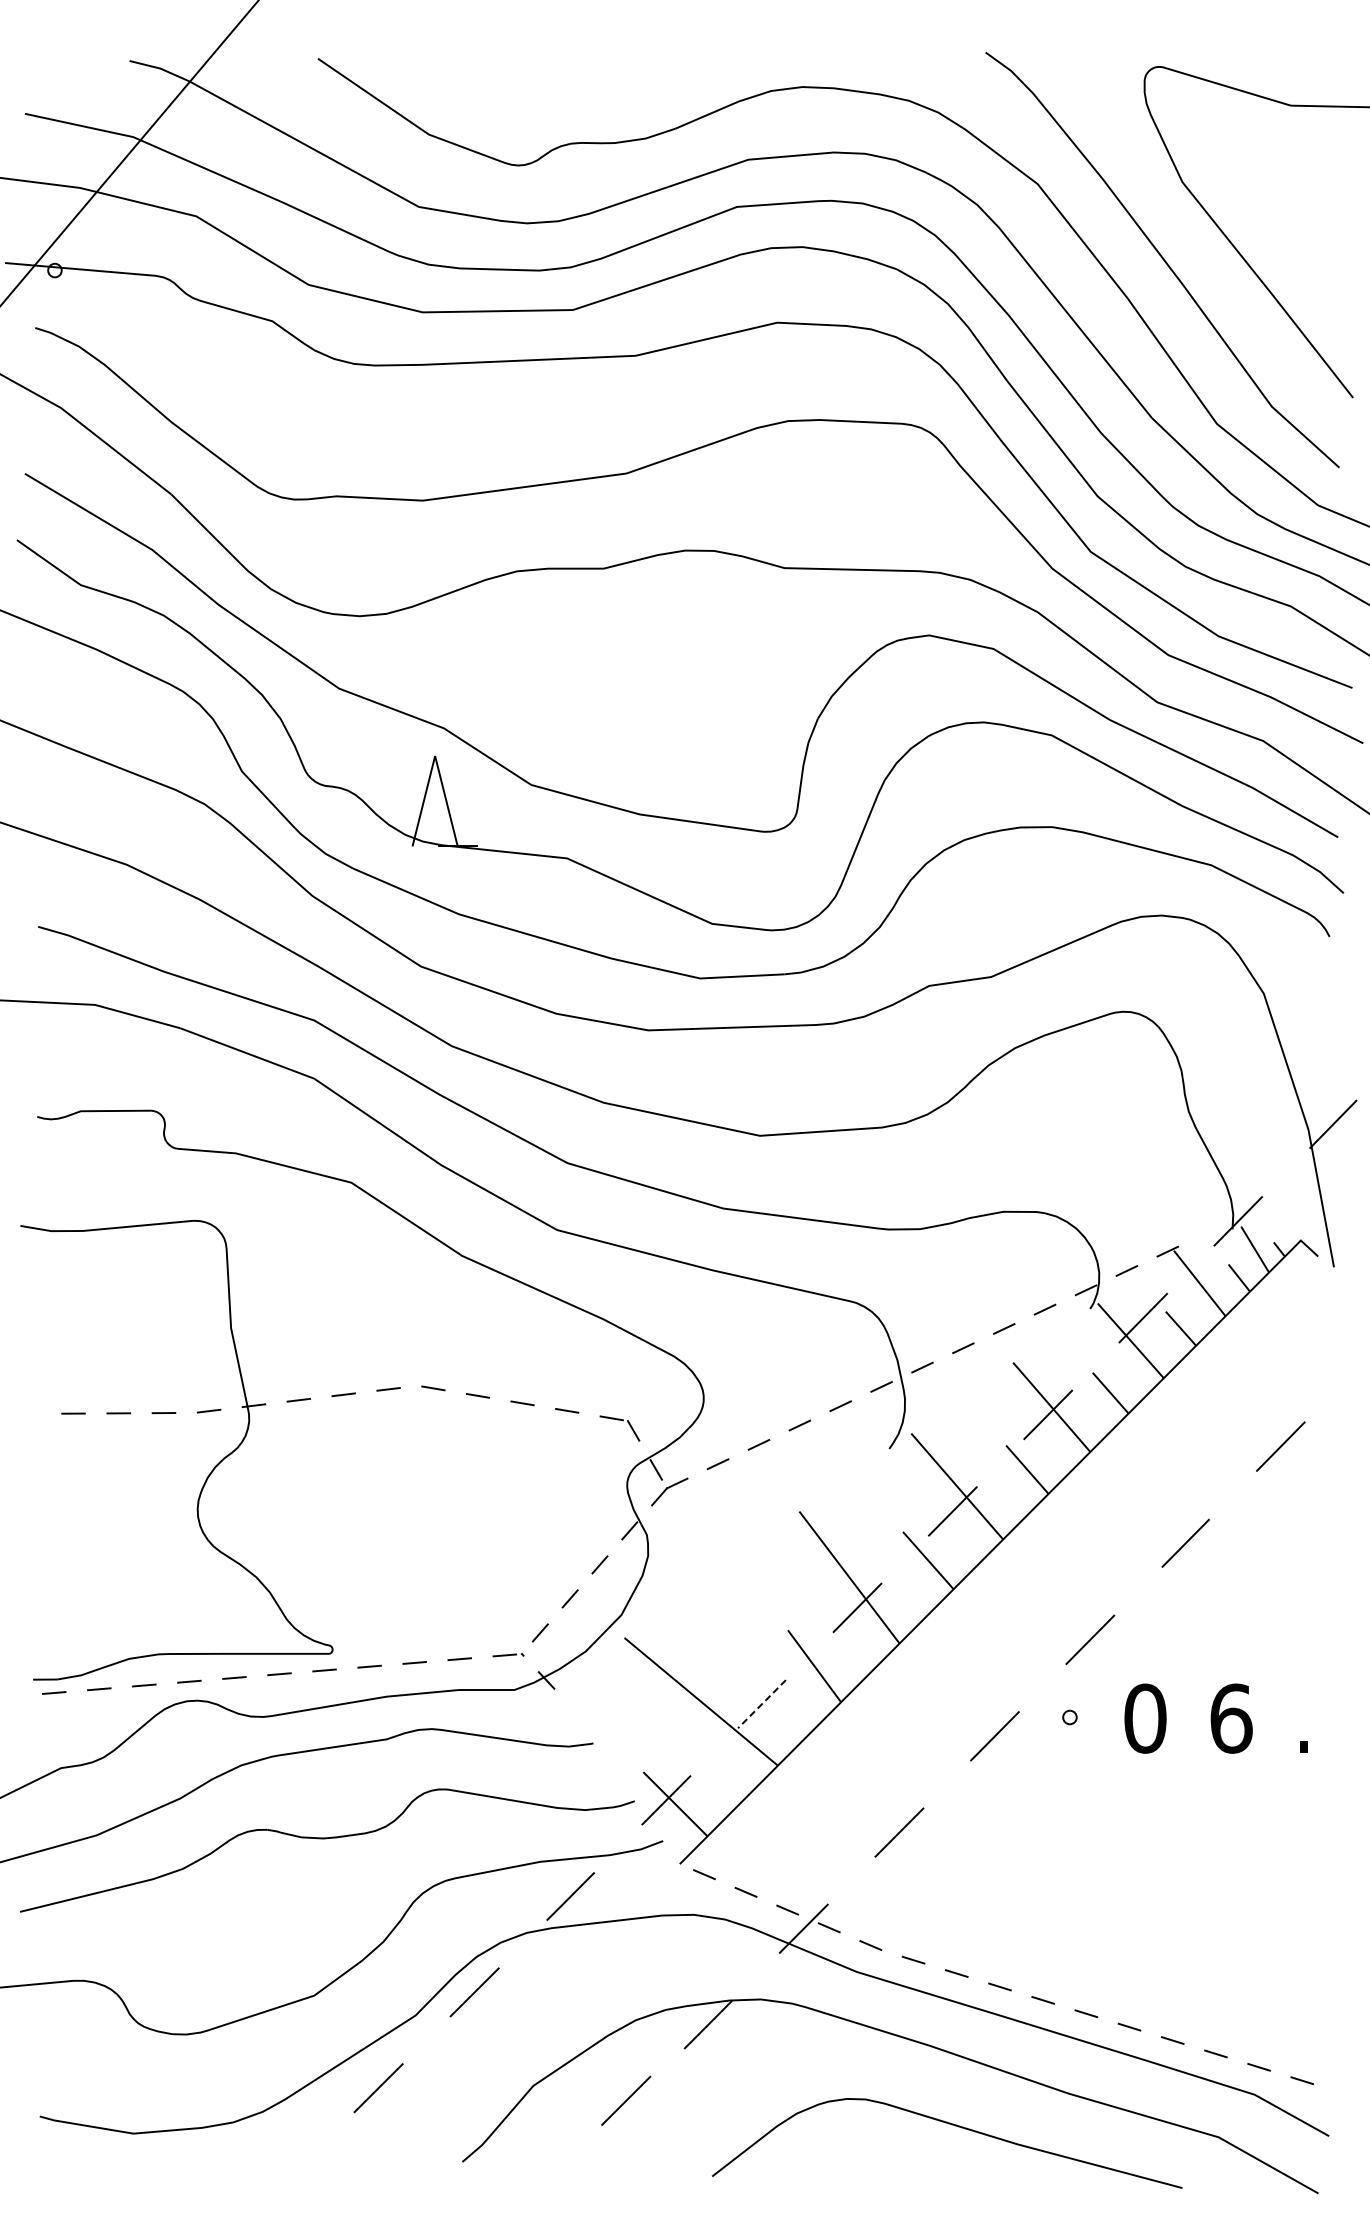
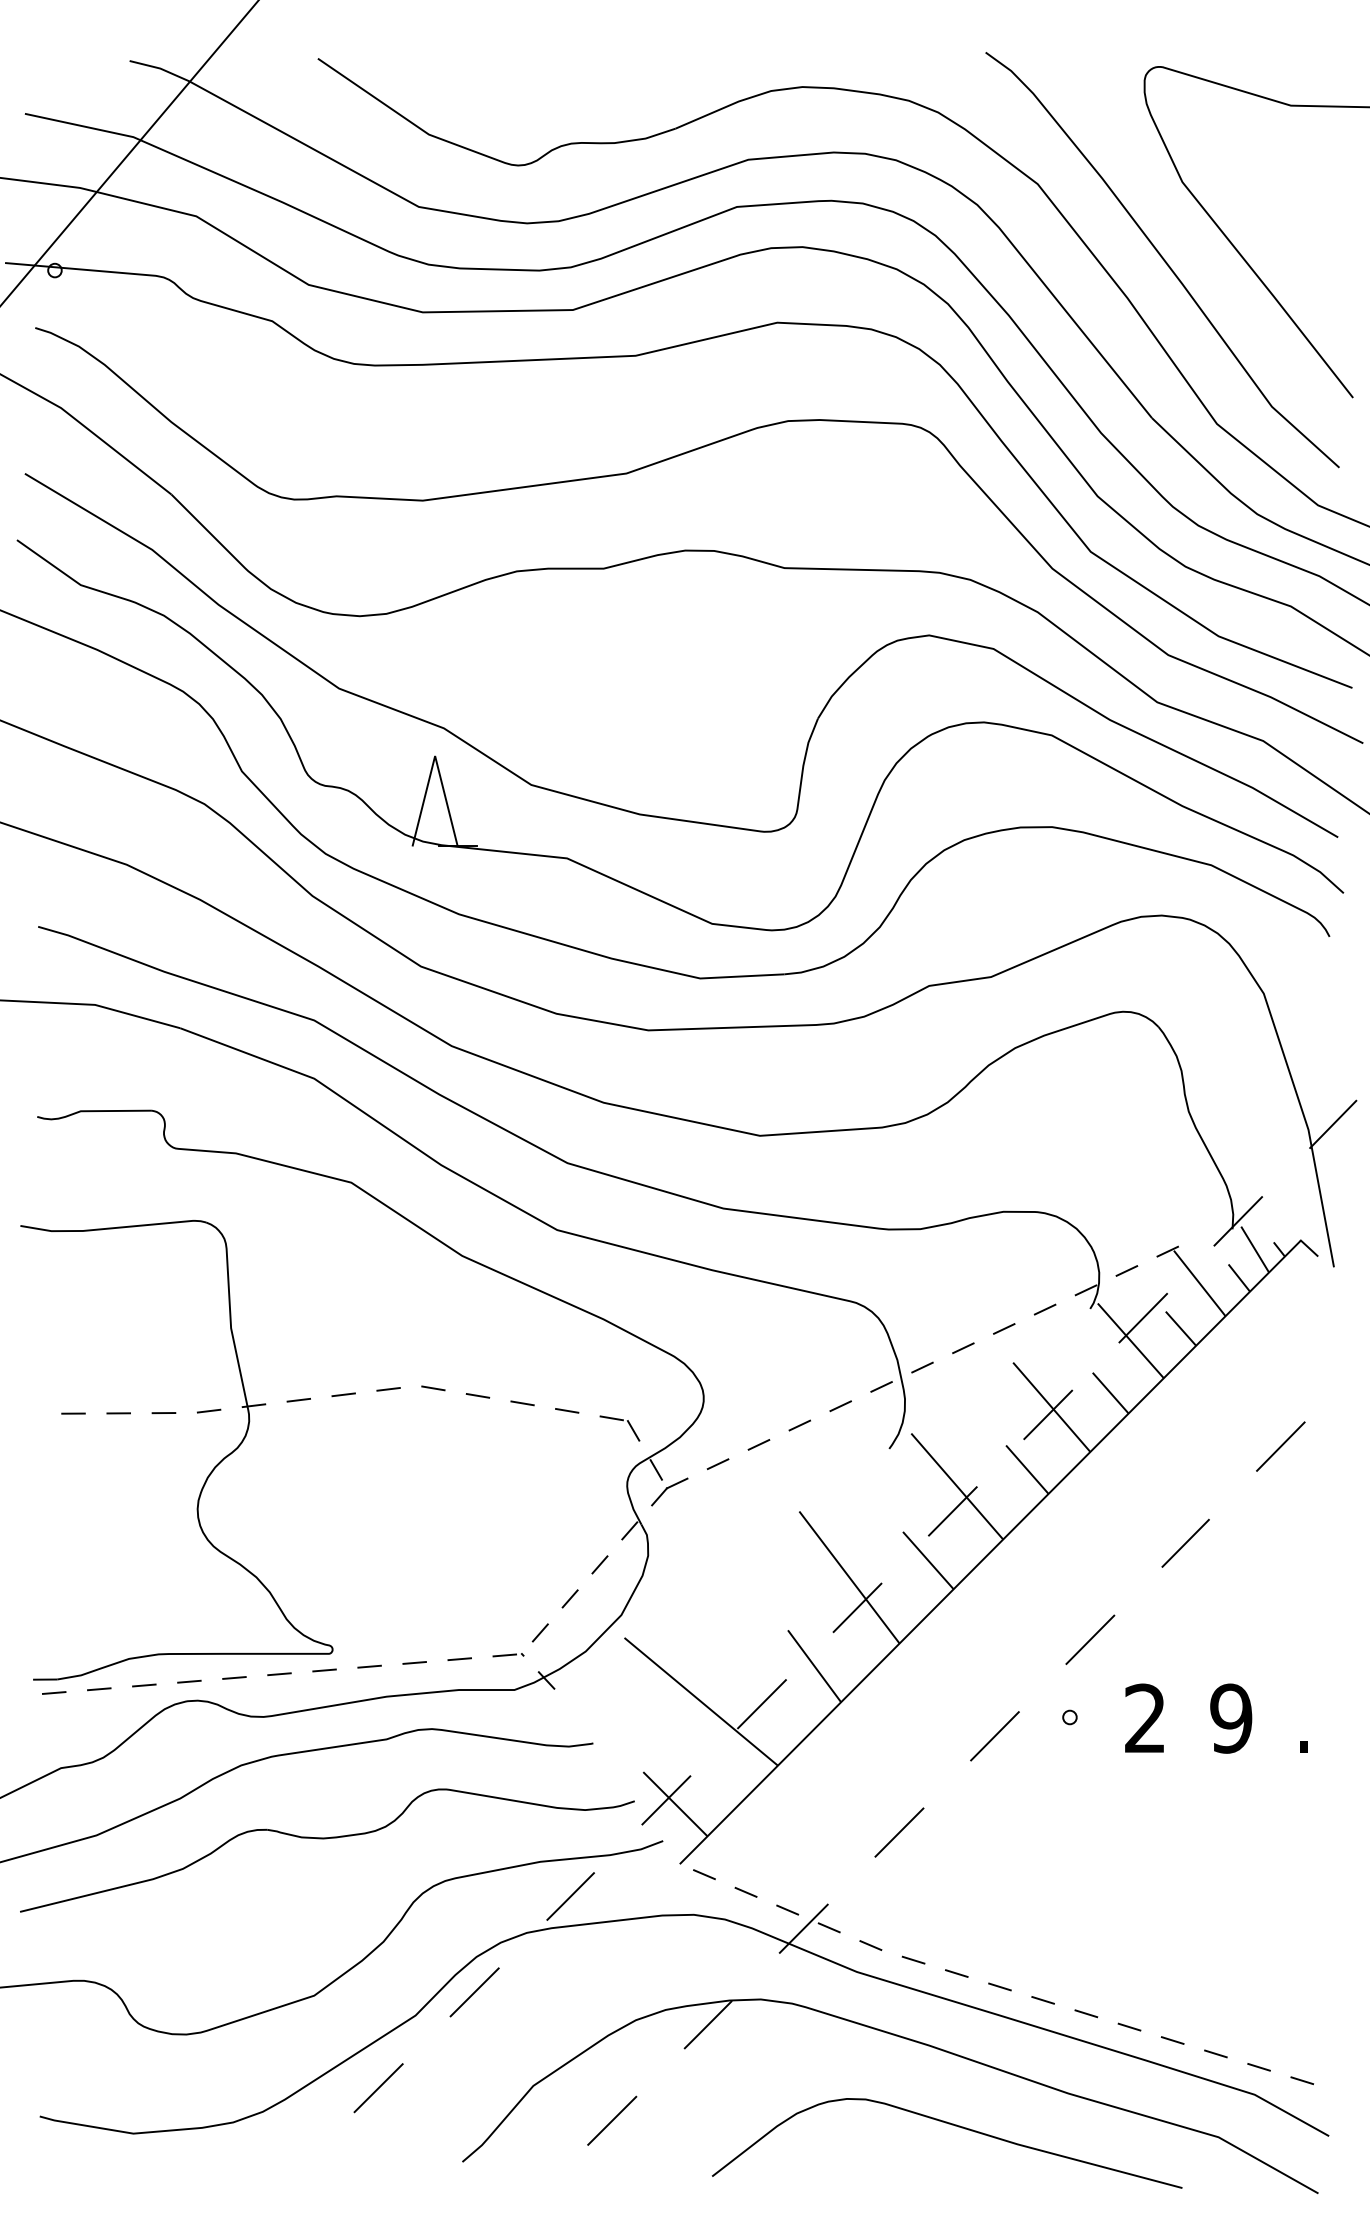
line at (762, 1704): dashed -> solid
text at (1145, 1718): 0 -> 2
text at (1231, 1718): 6 -> 9
line at (626, 2100) position: (626, 2100) -> (612, 2120)
